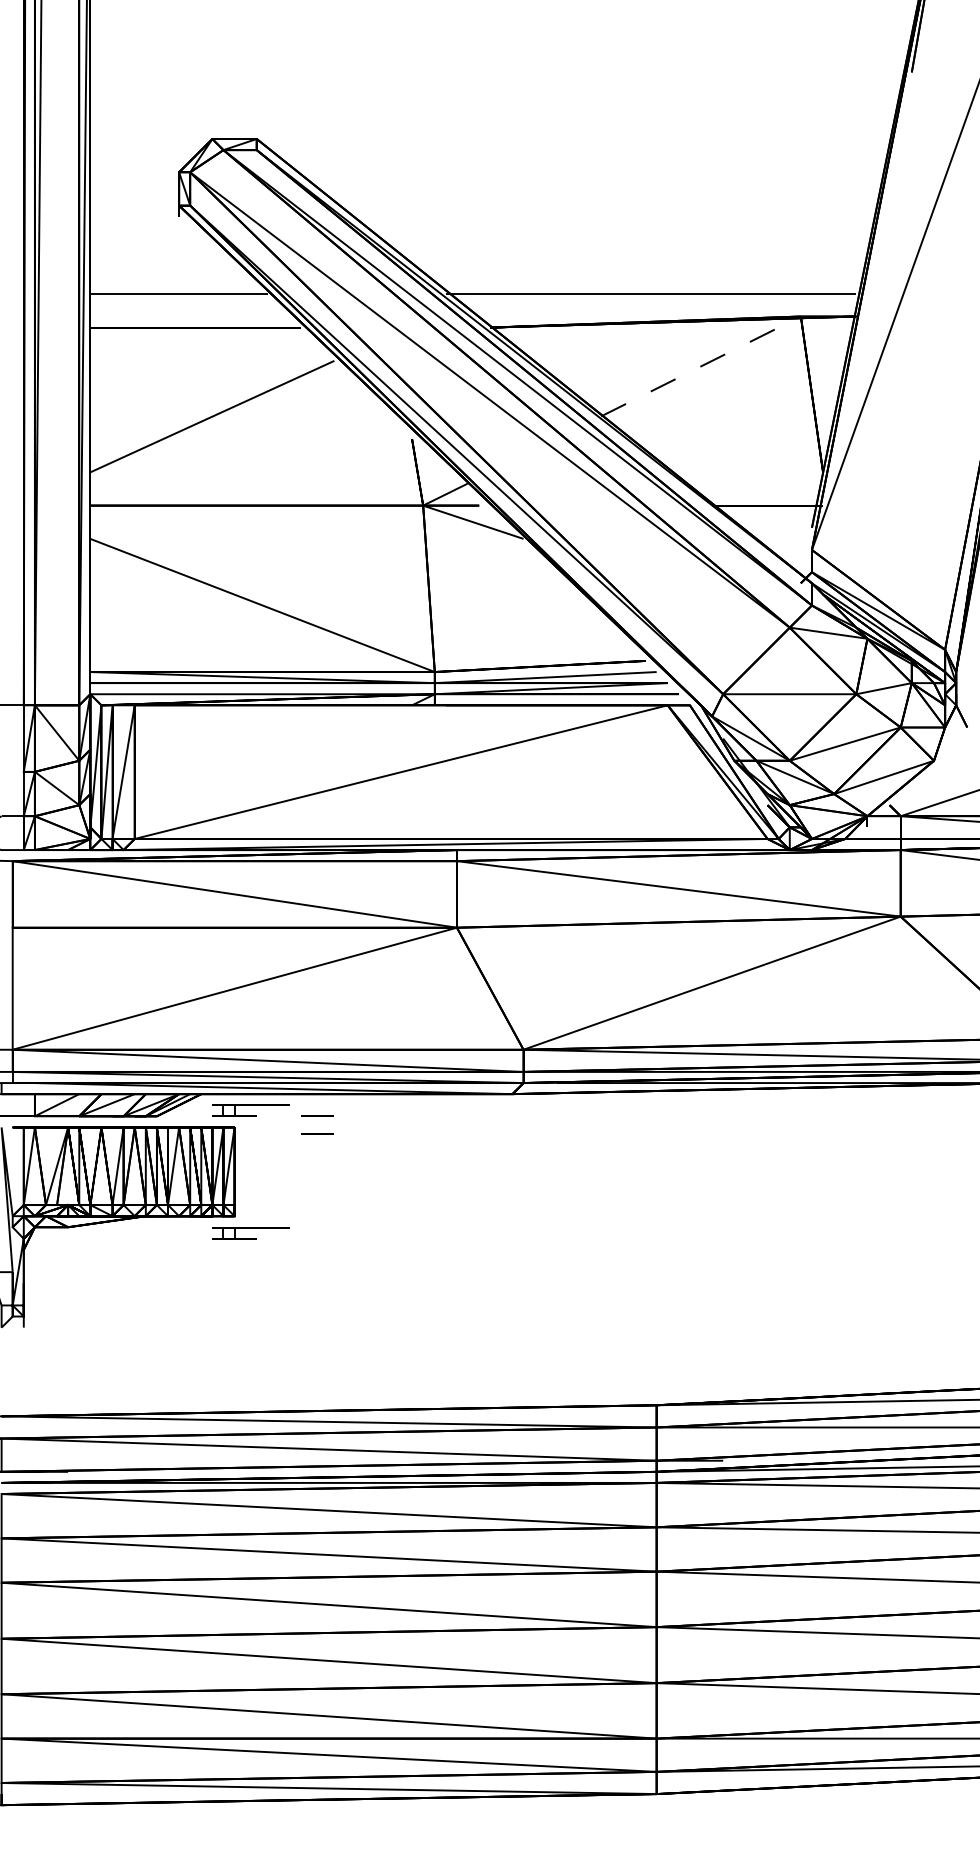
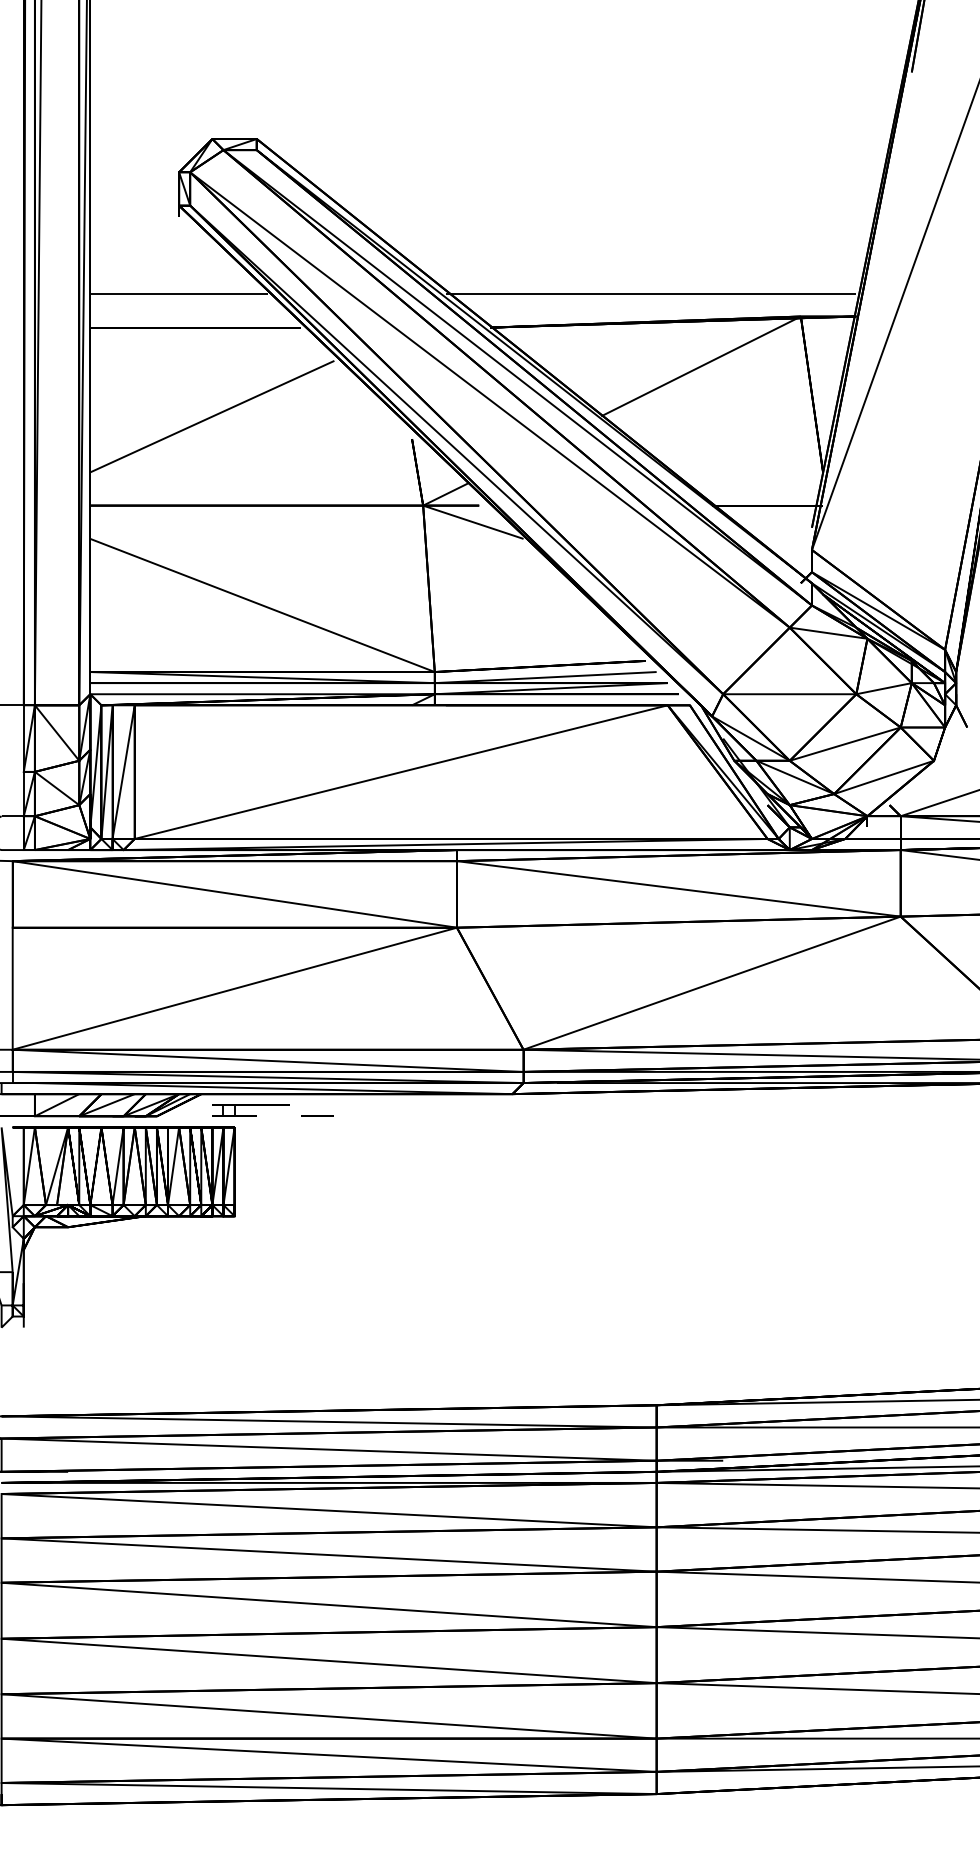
line at (701, 366): dashed -> solid
line at (317, 1133): present -> none
part at (250, 1233): present -> none
